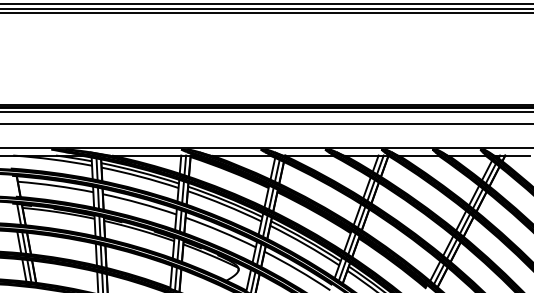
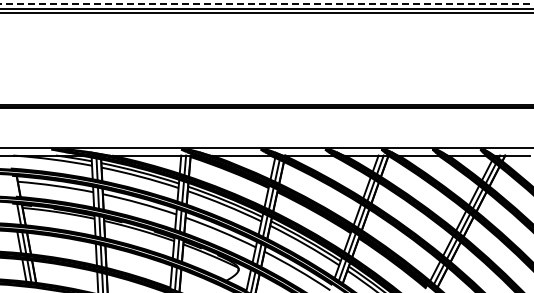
line at (266, 3): solid -> dashed
line at (266, 111): present -> none
line at (266, 123): present -> none
